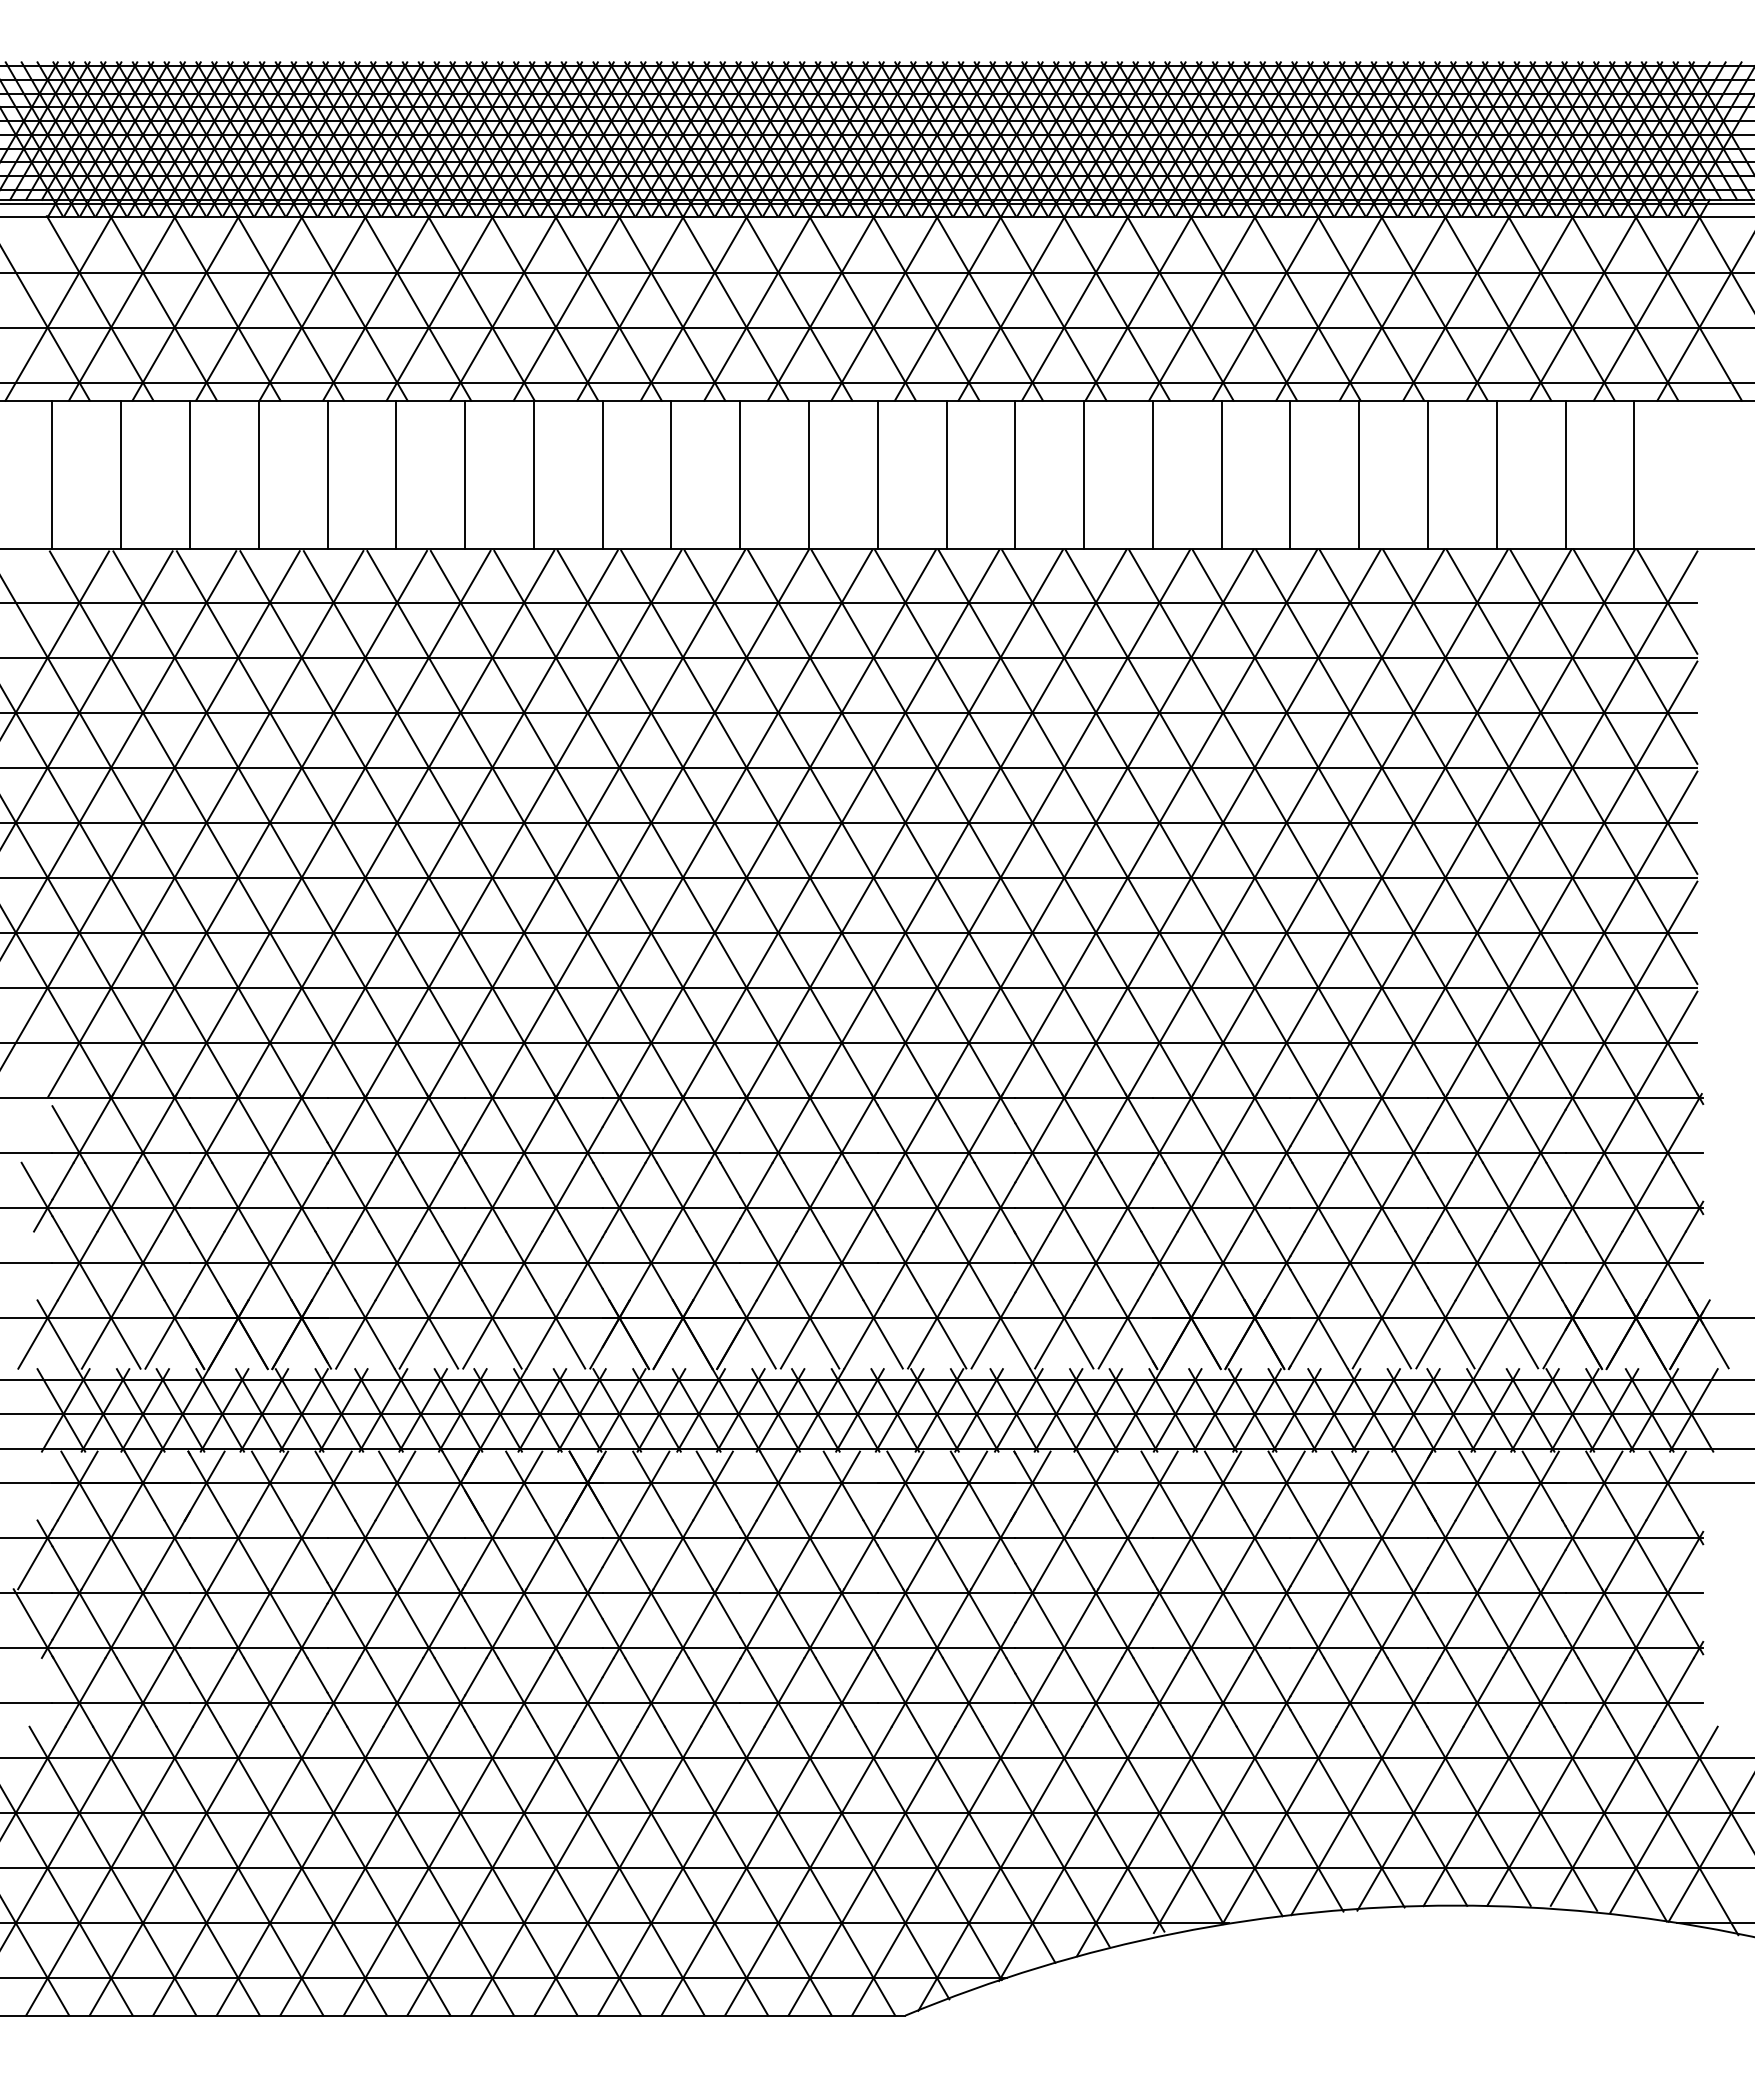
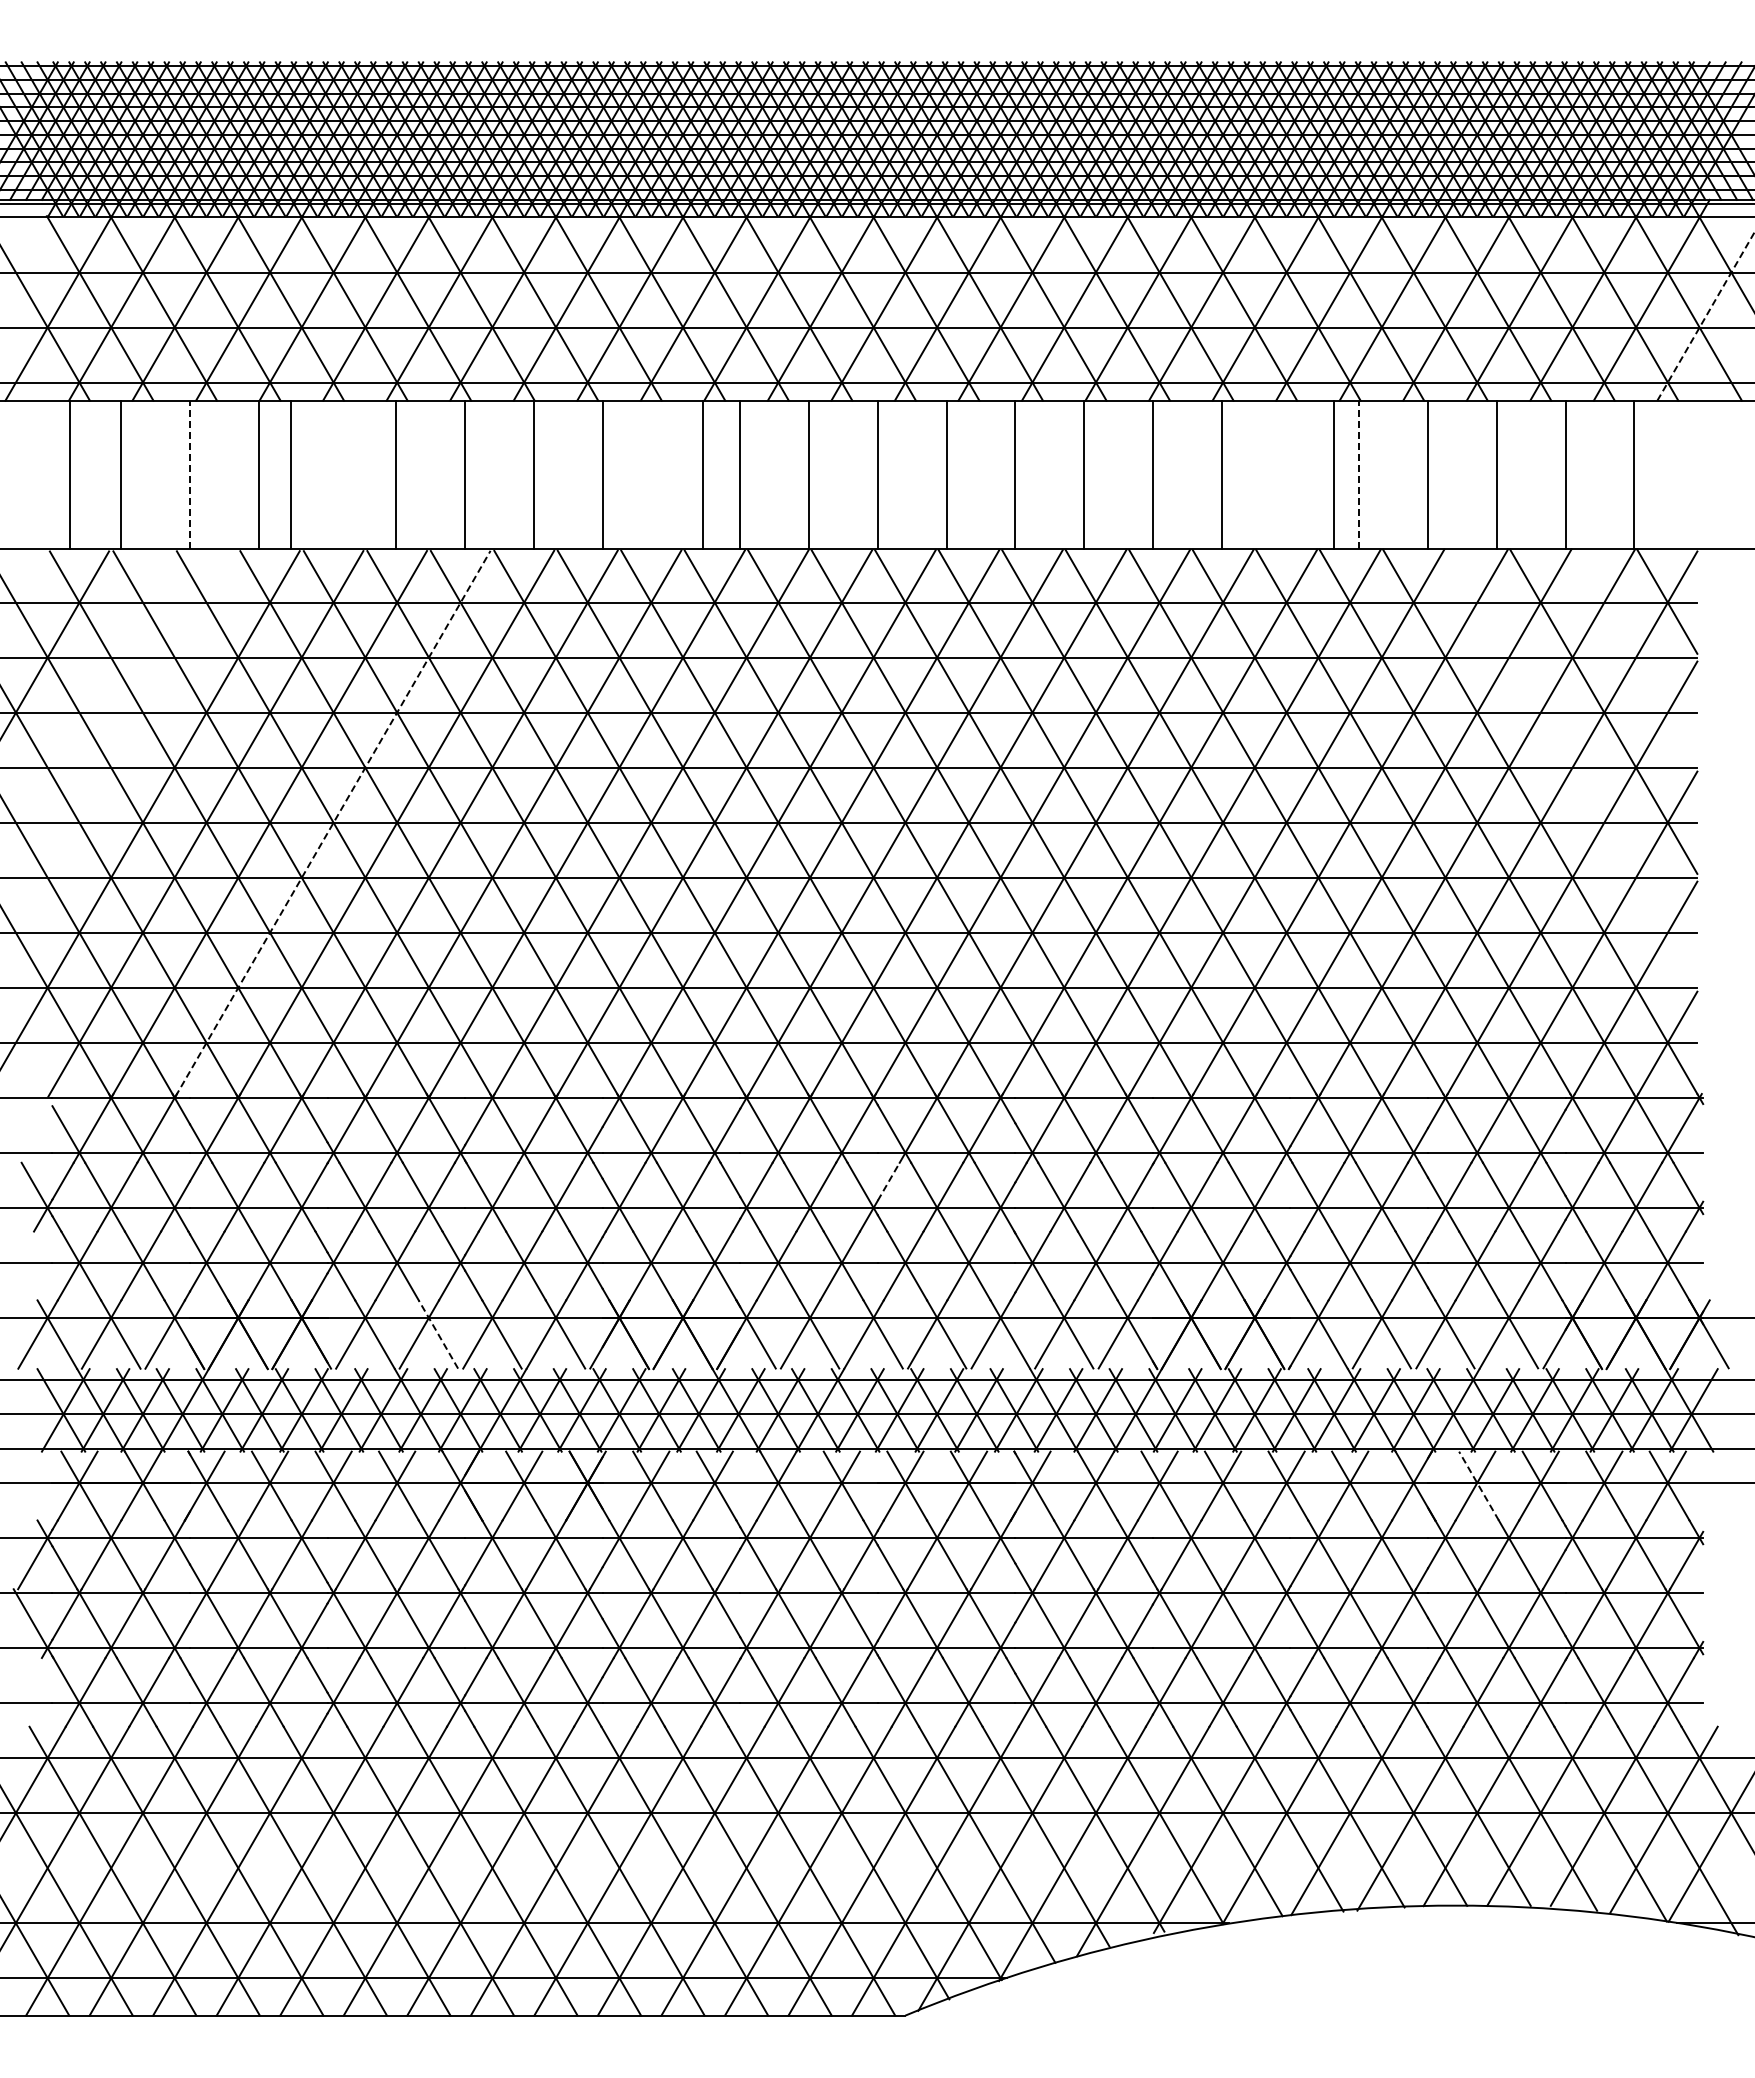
line at (1706, 316): solid -> dashed
line at (52, 474) position: (52, 474) -> (70, 474)
line at (190, 474): solid -> dashed
line at (327, 474) position: (327, 474) -> (290, 474)
line at (671, 474) position: (671, 474) -> (703, 474)
line at (1290, 474) position: (1290, 474) -> (1334, 474)
line at (1359, 474): solid -> dashed
line at (1635, 656): present -> none
line at (87, 698): present -> none
line at (119, 753): present -> none
line at (1571, 766): present -> none
line at (333, 823): solid -> dashed
line at (888, 1181): solid -> dashed
line at (438, 1334): solid -> dashed
line at (1478, 1486): solid -> dashed
line at (876, 1868): present -> none
